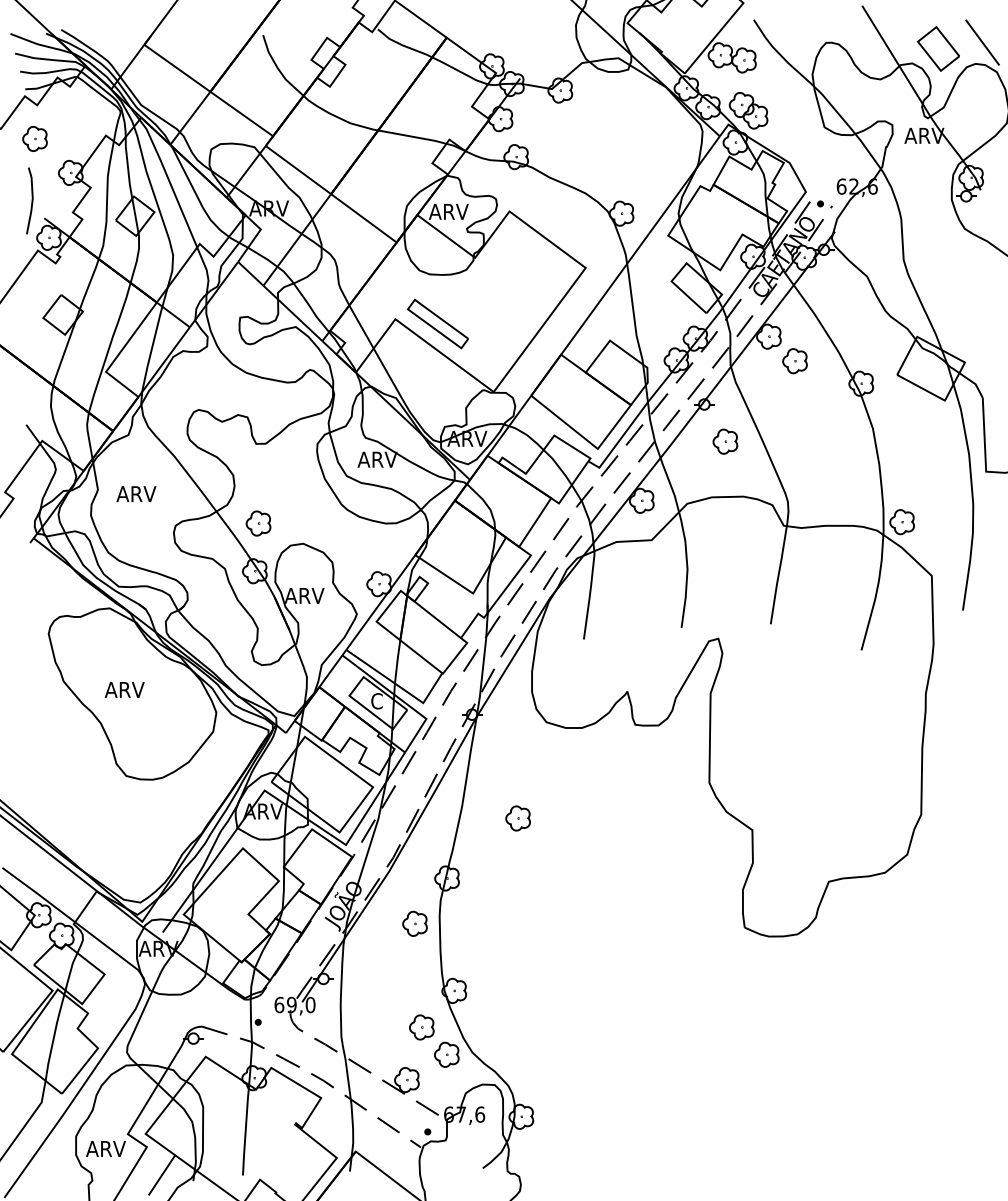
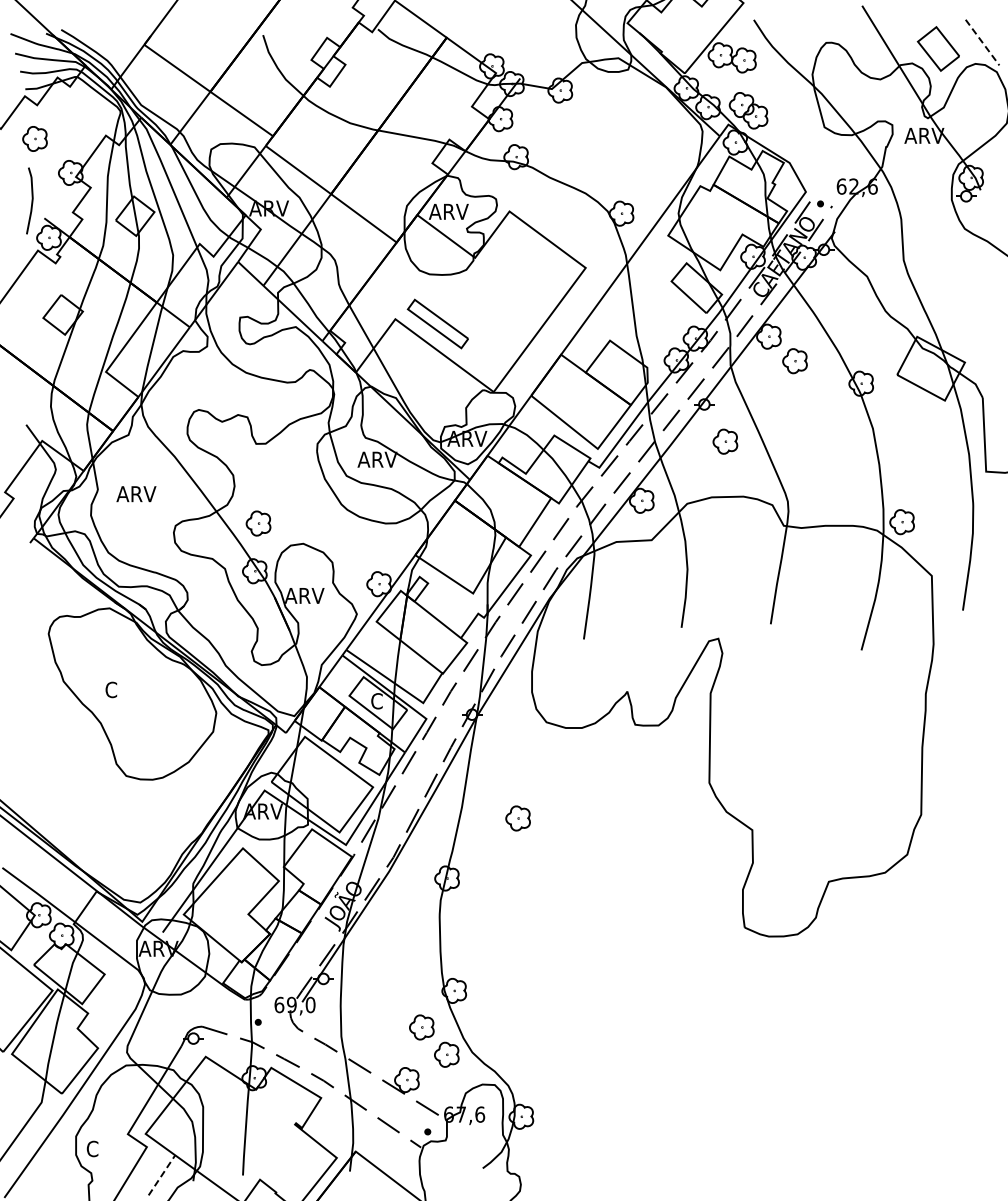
line at (982, 43): solid -> dashed
text at (124, 689): ARV -> C
part at (414, 923): present -> none
text at (105, 1148): ARV -> C
line at (162, 1174): solid -> dashed
